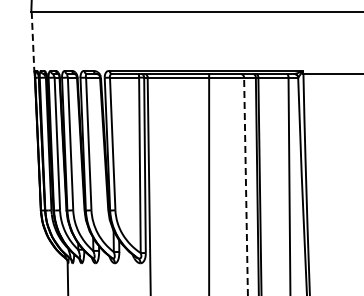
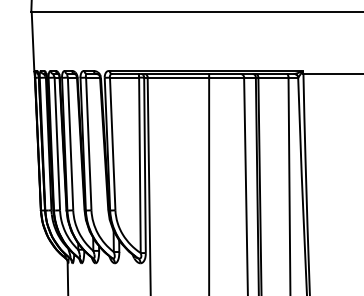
line at (33, 41): dashed -> solid
line at (246, 186): dashed -> solid
